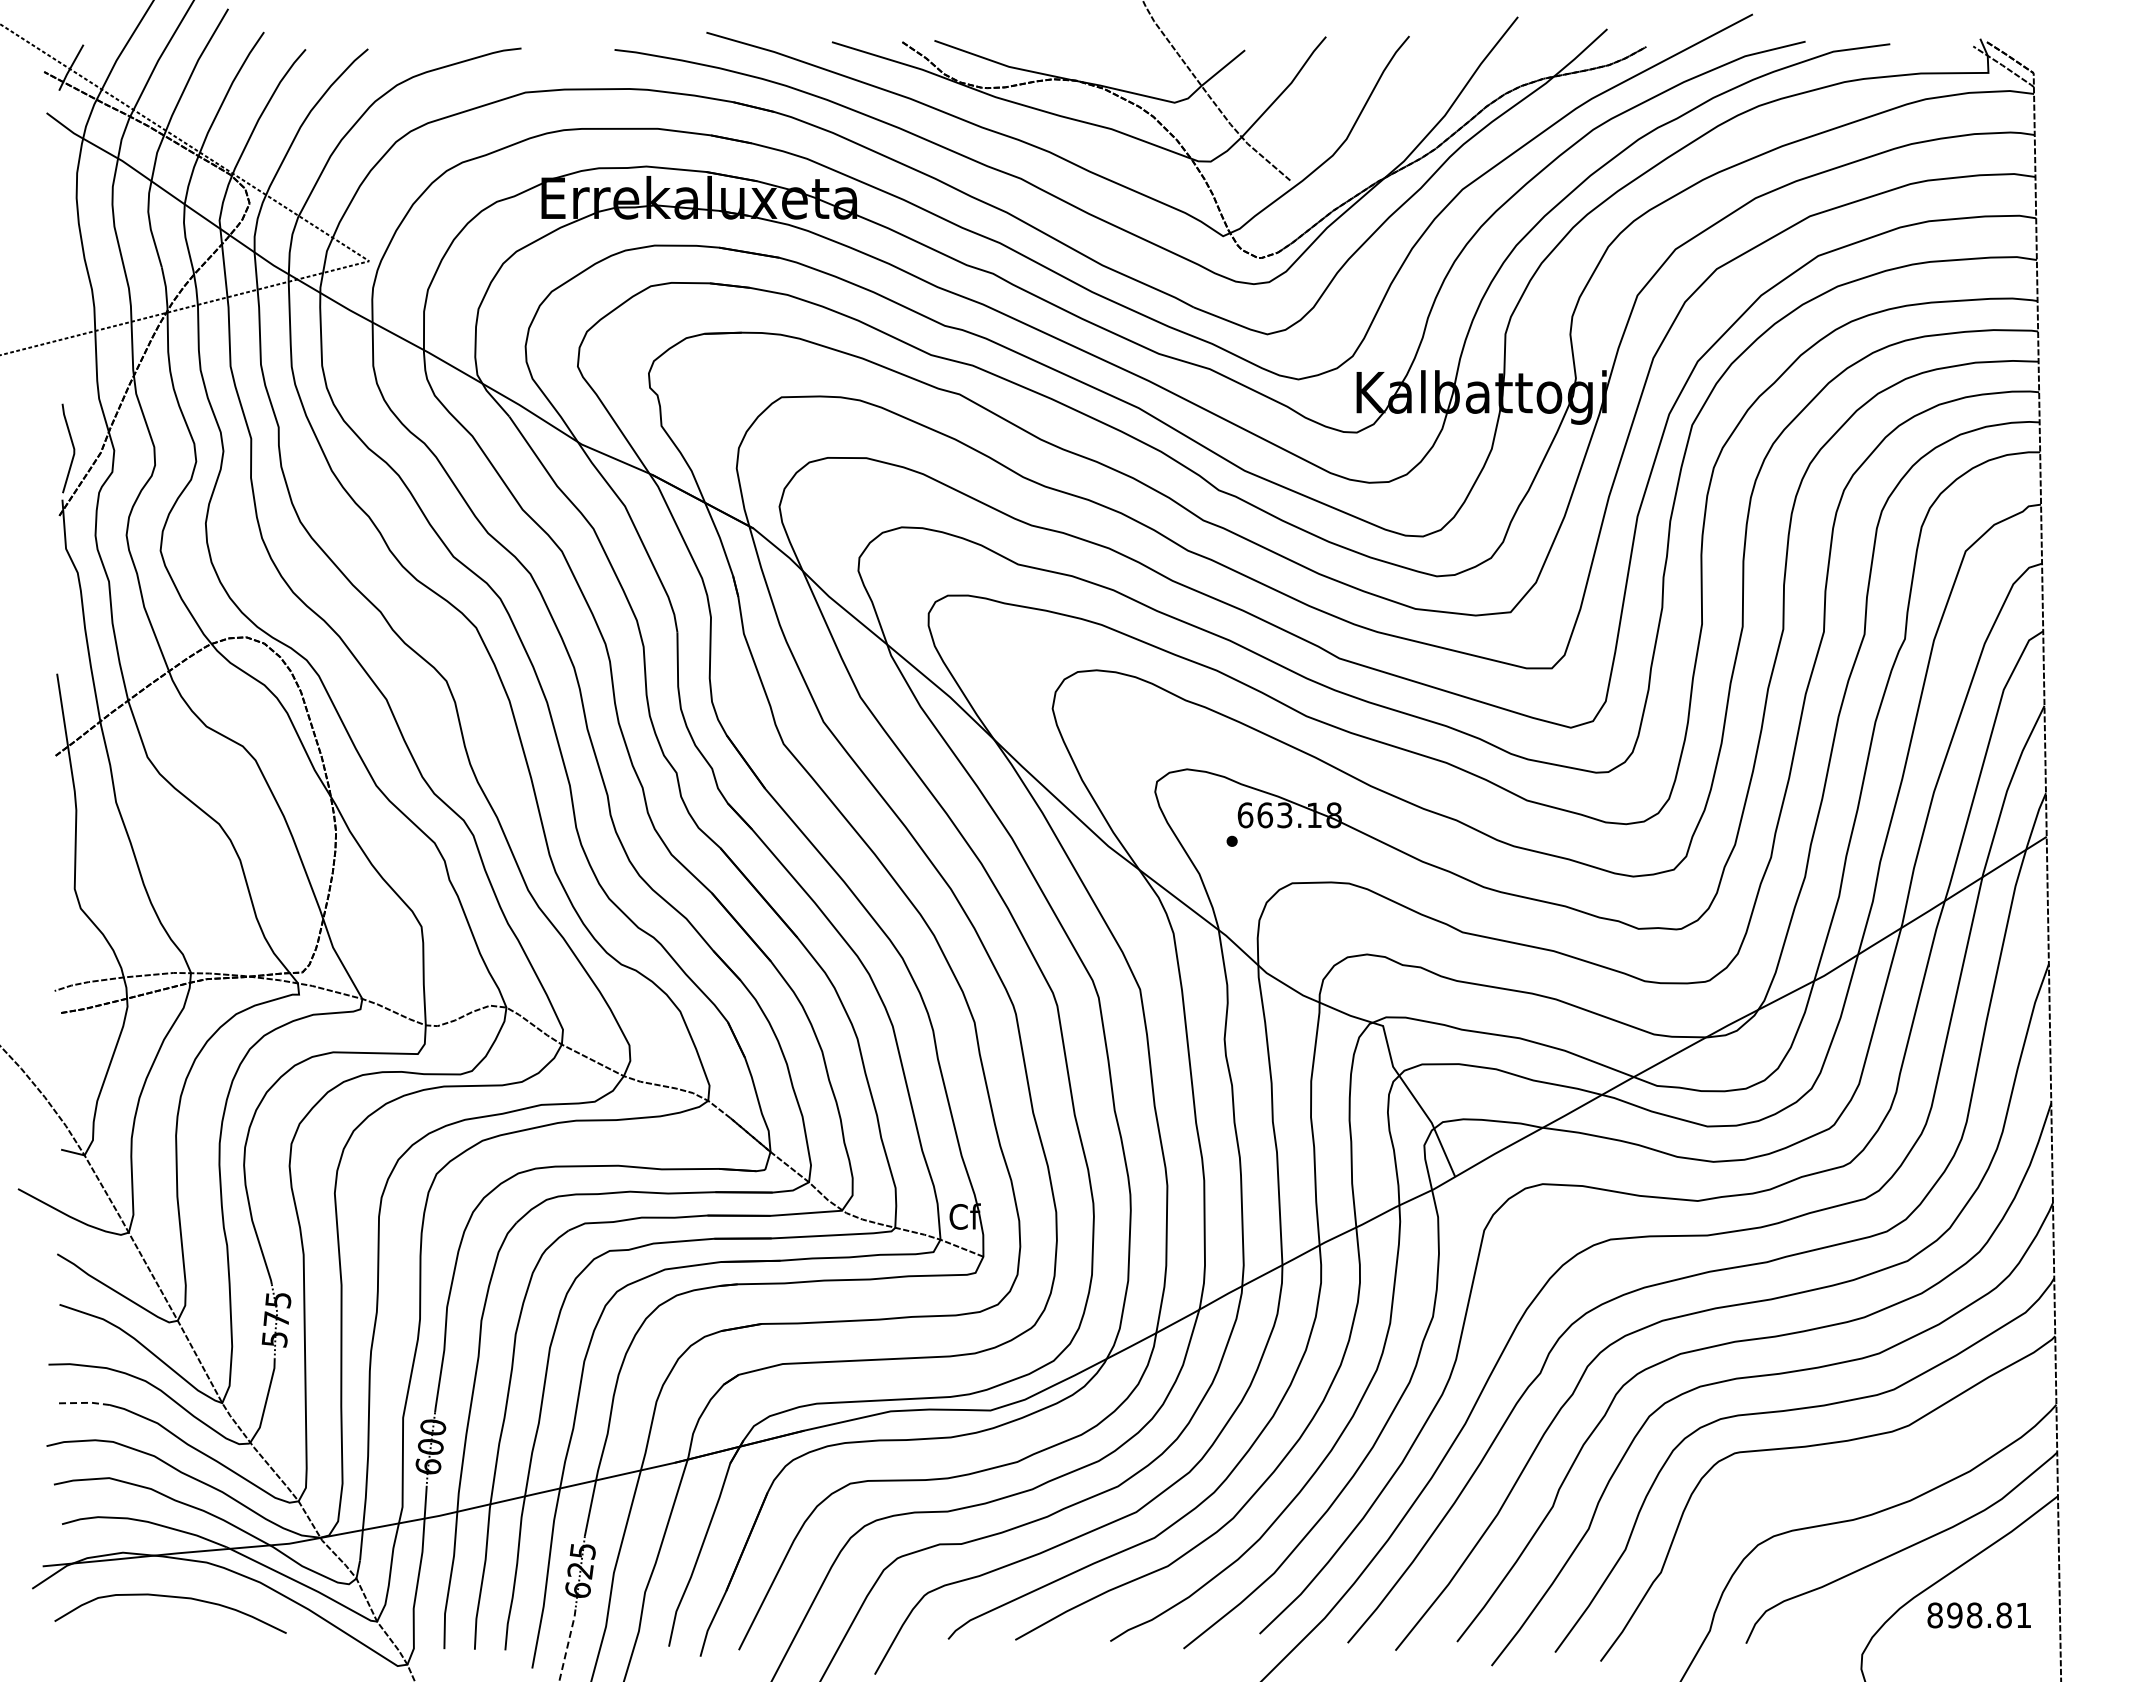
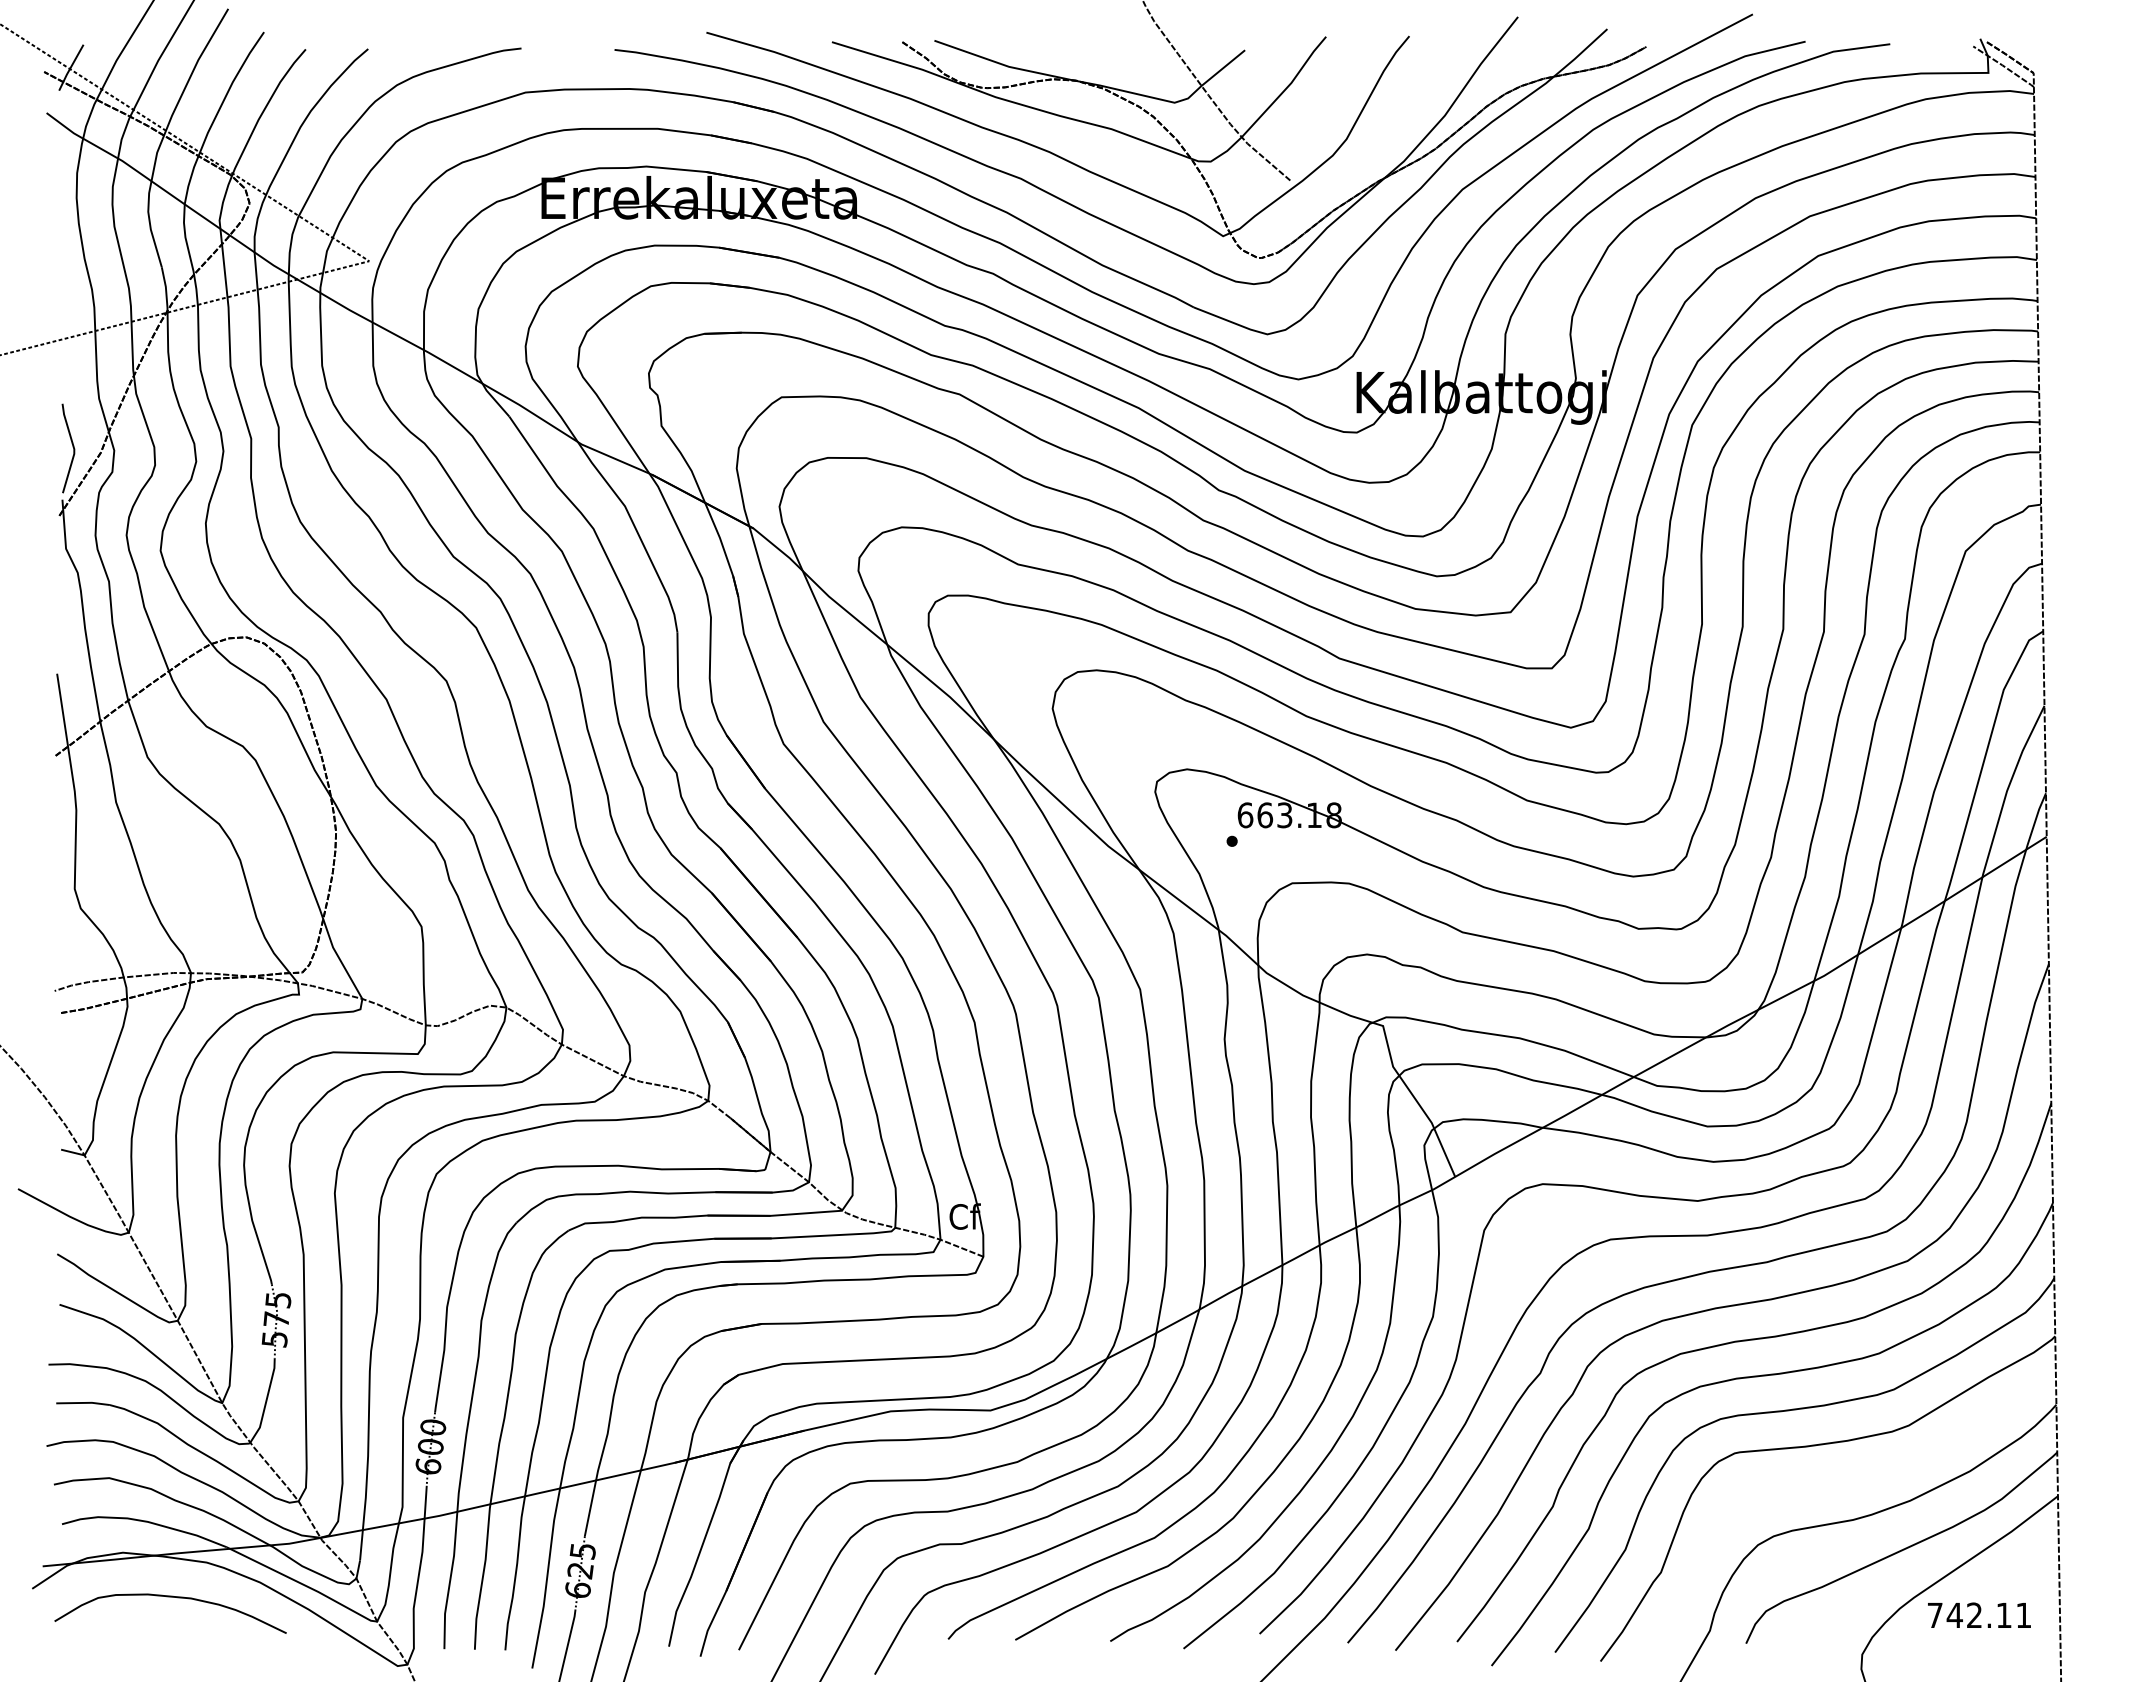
line at (84, 1402): dashed -> solid
text at (1969, 1615): 898.81 -> 742.11
line at (567, 1644): dashed -> solid
